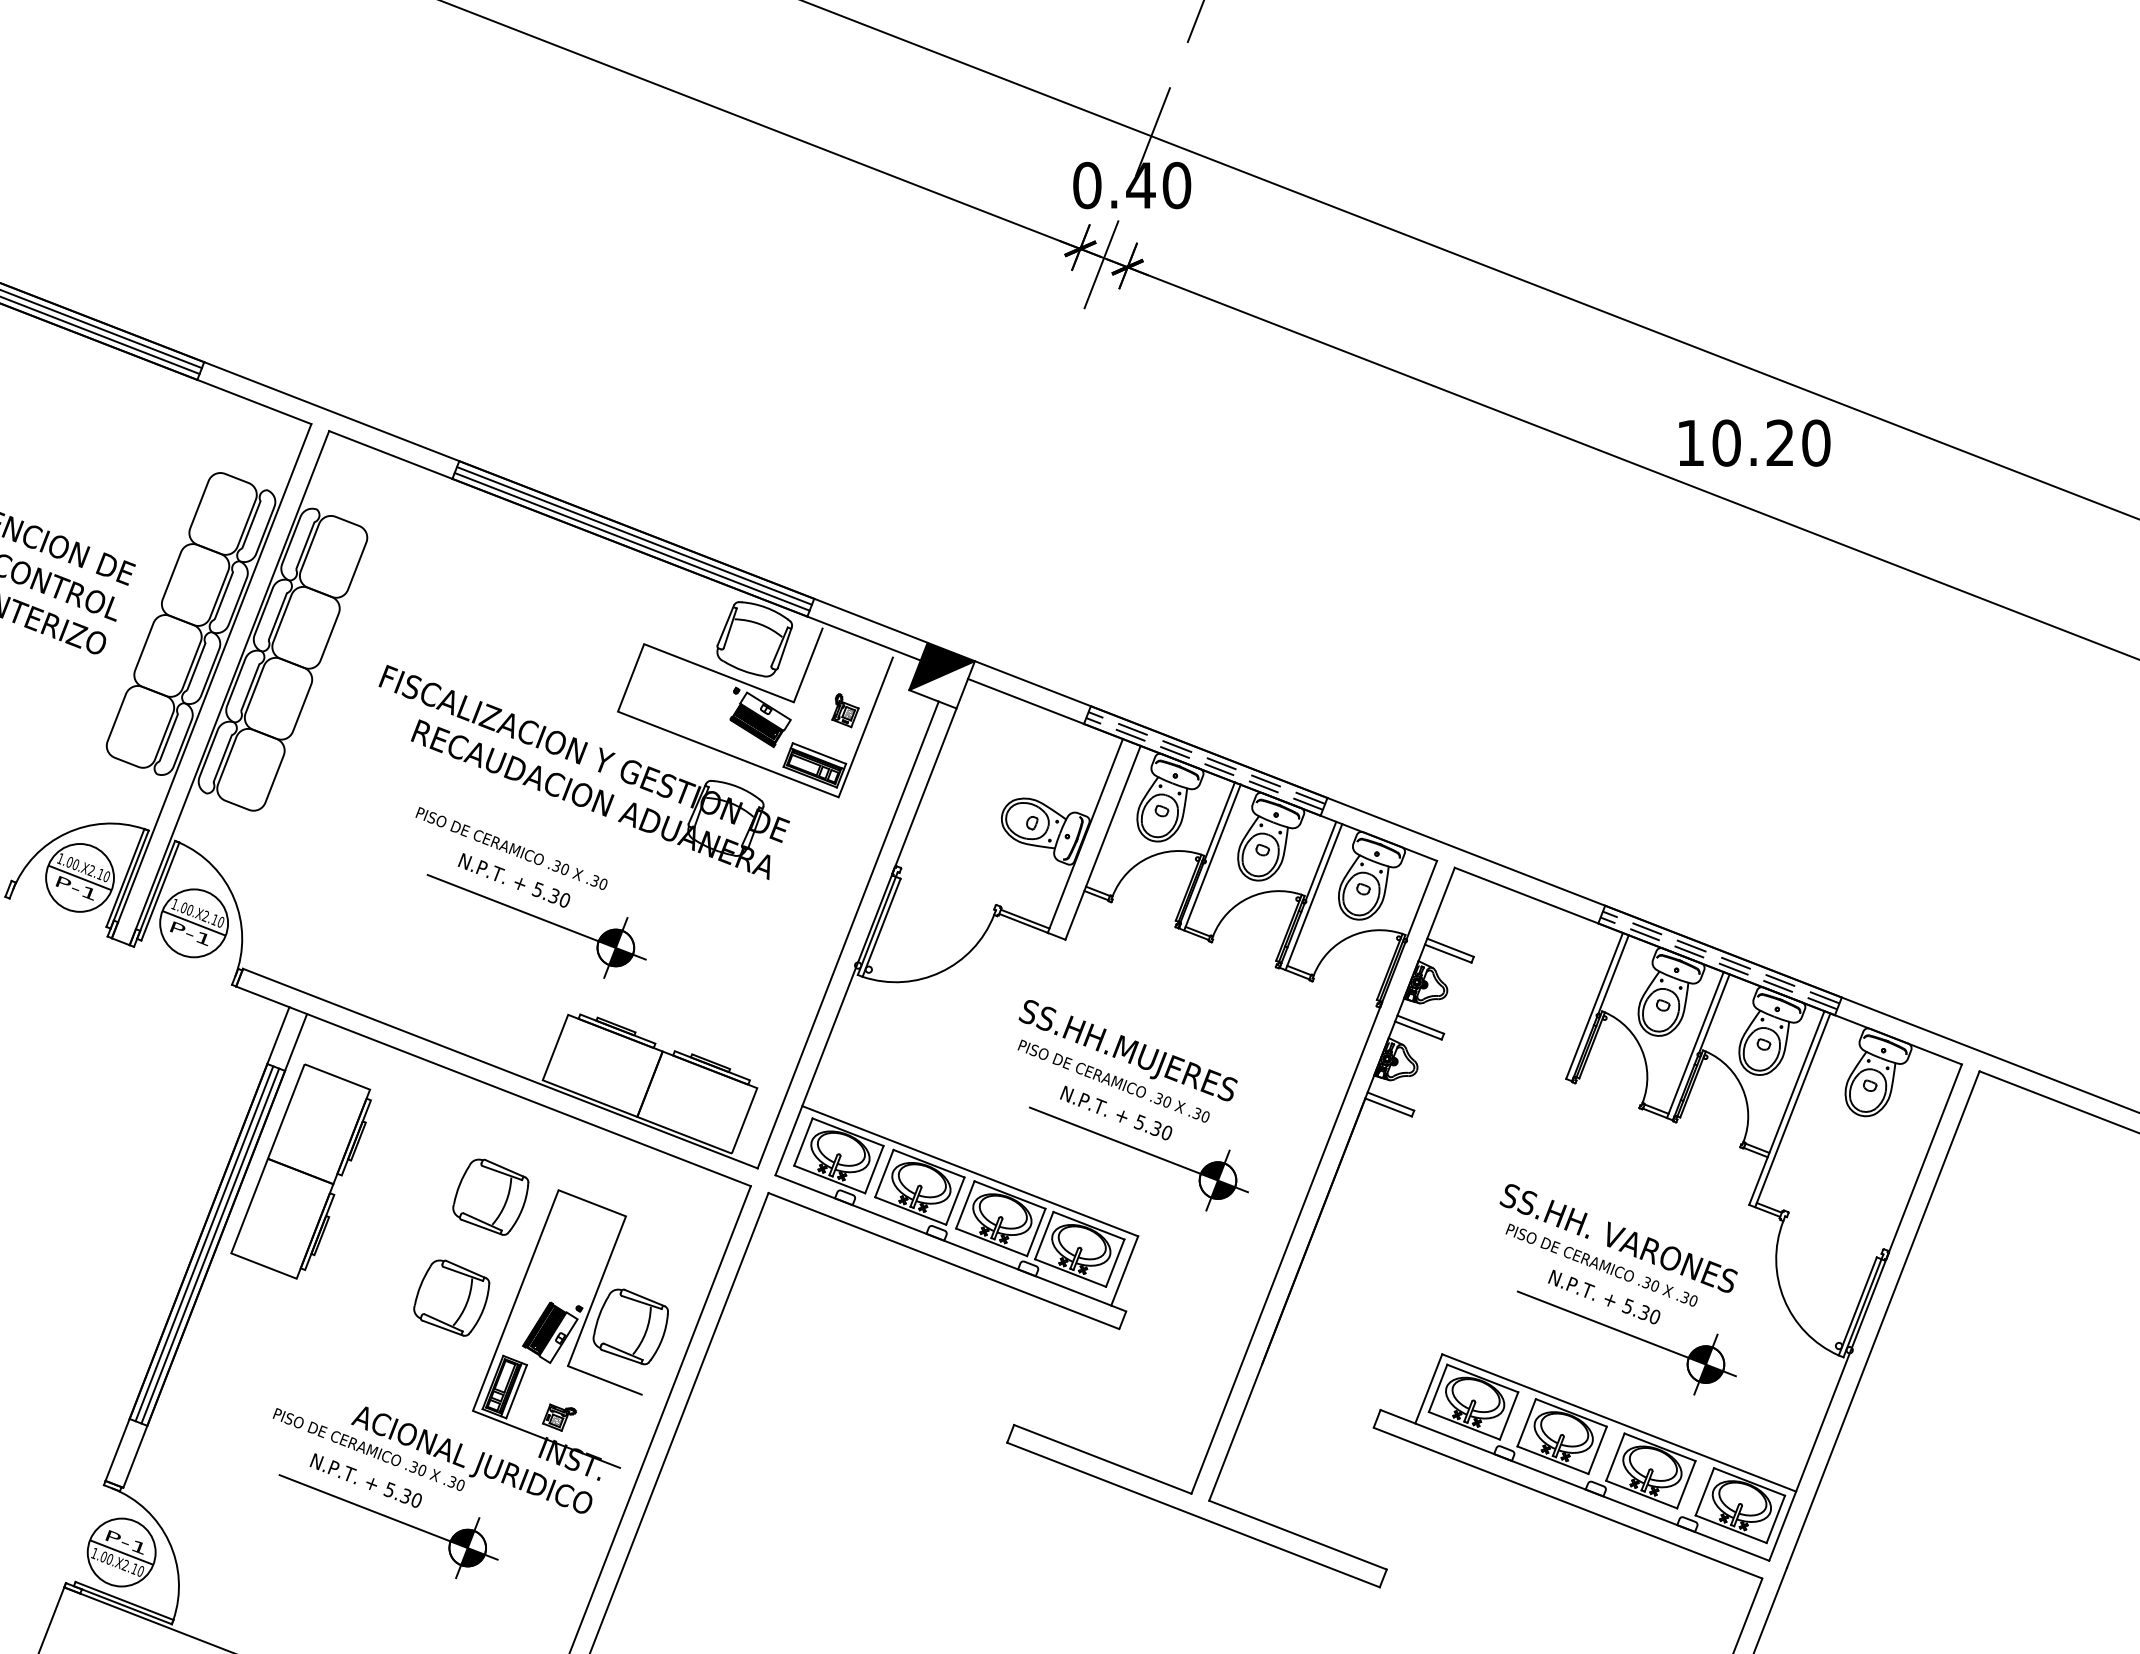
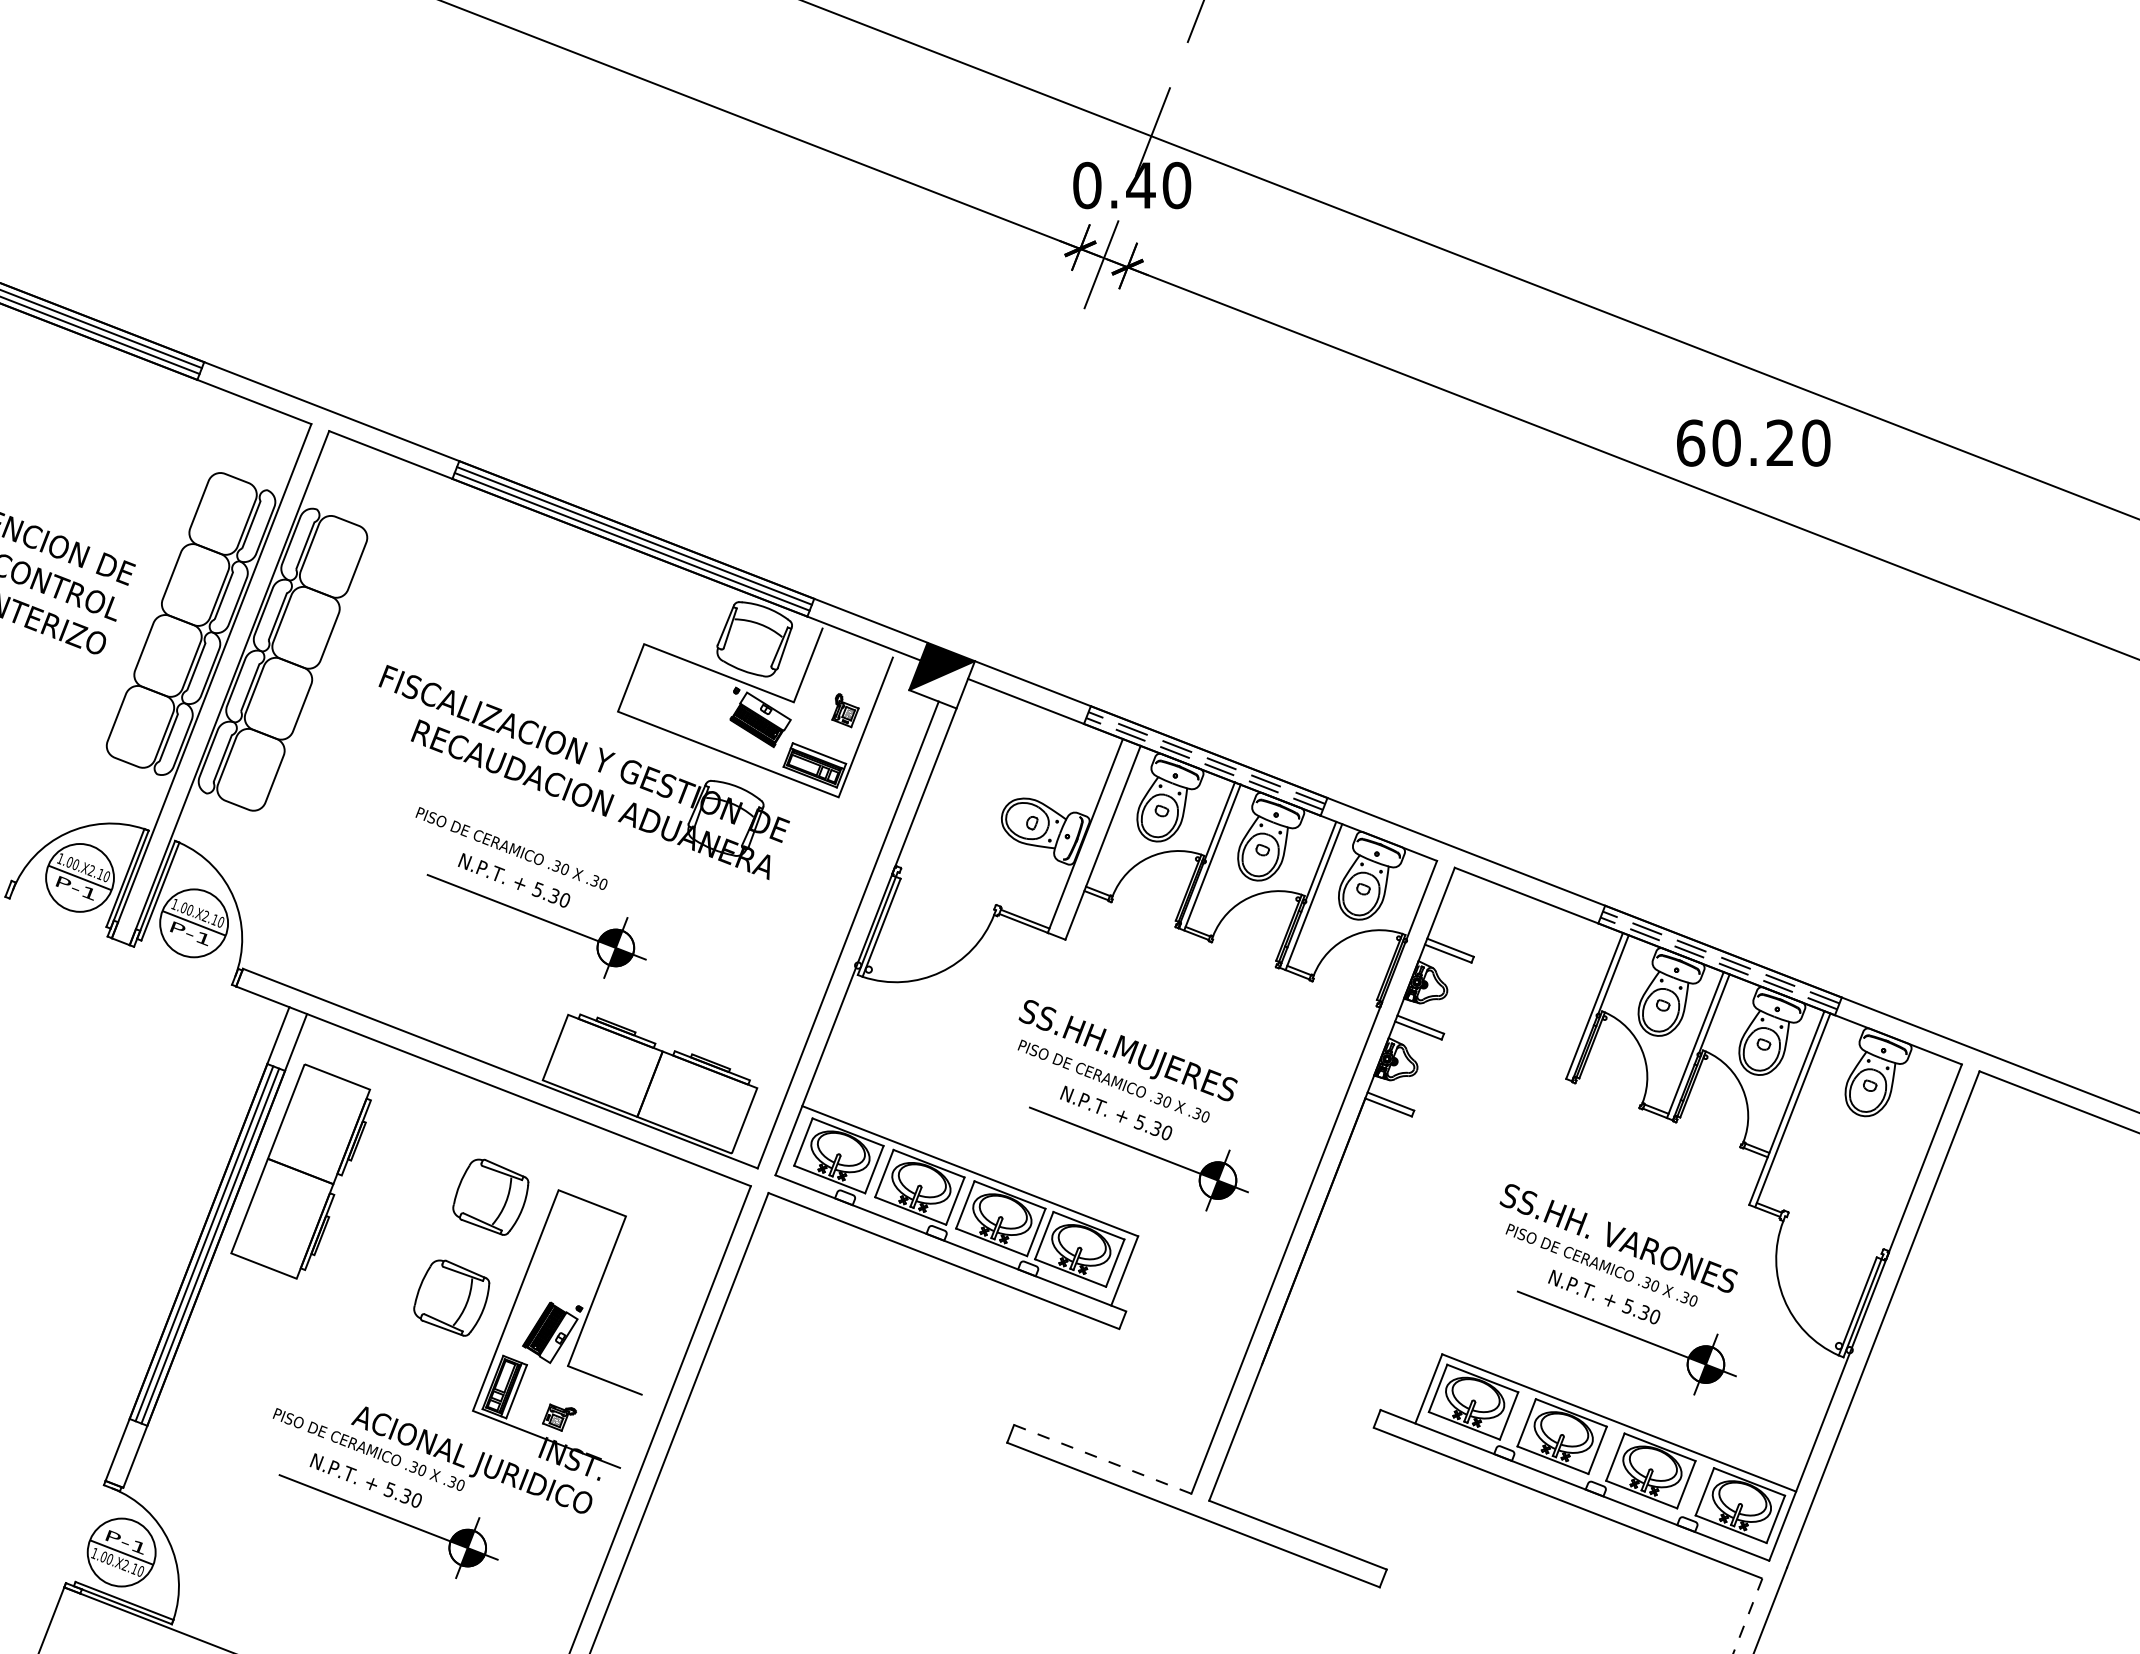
text at (1691, 442): 10.20 -> 60.20
part at (630, 1326): present -> none
line at (1102, 1459): solid -> dashed
line at (1747, 1616): solid -> dashed
